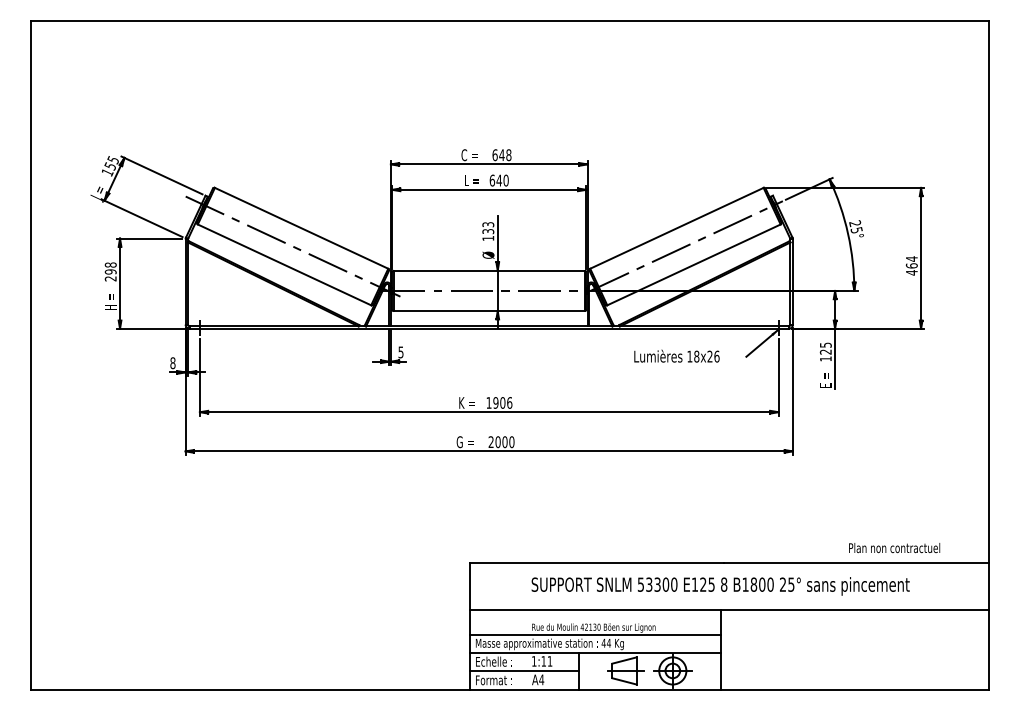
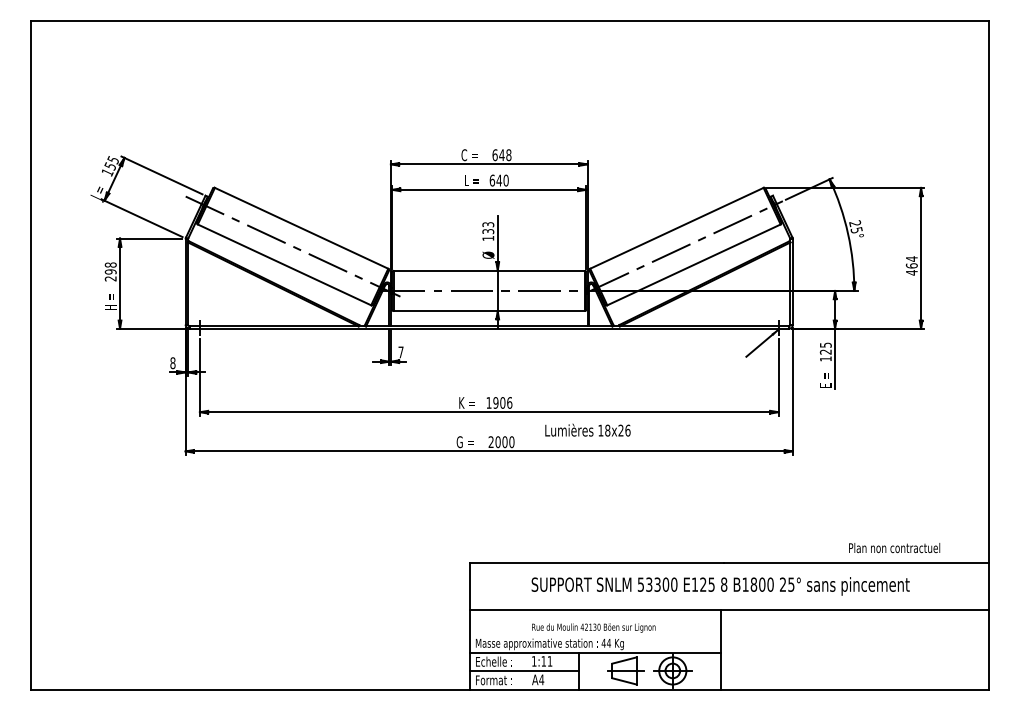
text at (400, 352): 5 -> 7
text at (676, 355) position: (676, 355) -> (587, 429)
line at (595, 634): present -> none
